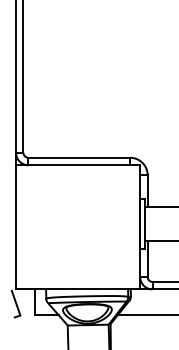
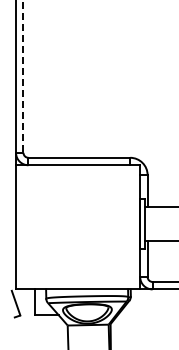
line at (23, 76): solid -> dashed
line at (146, 315): present -> none
